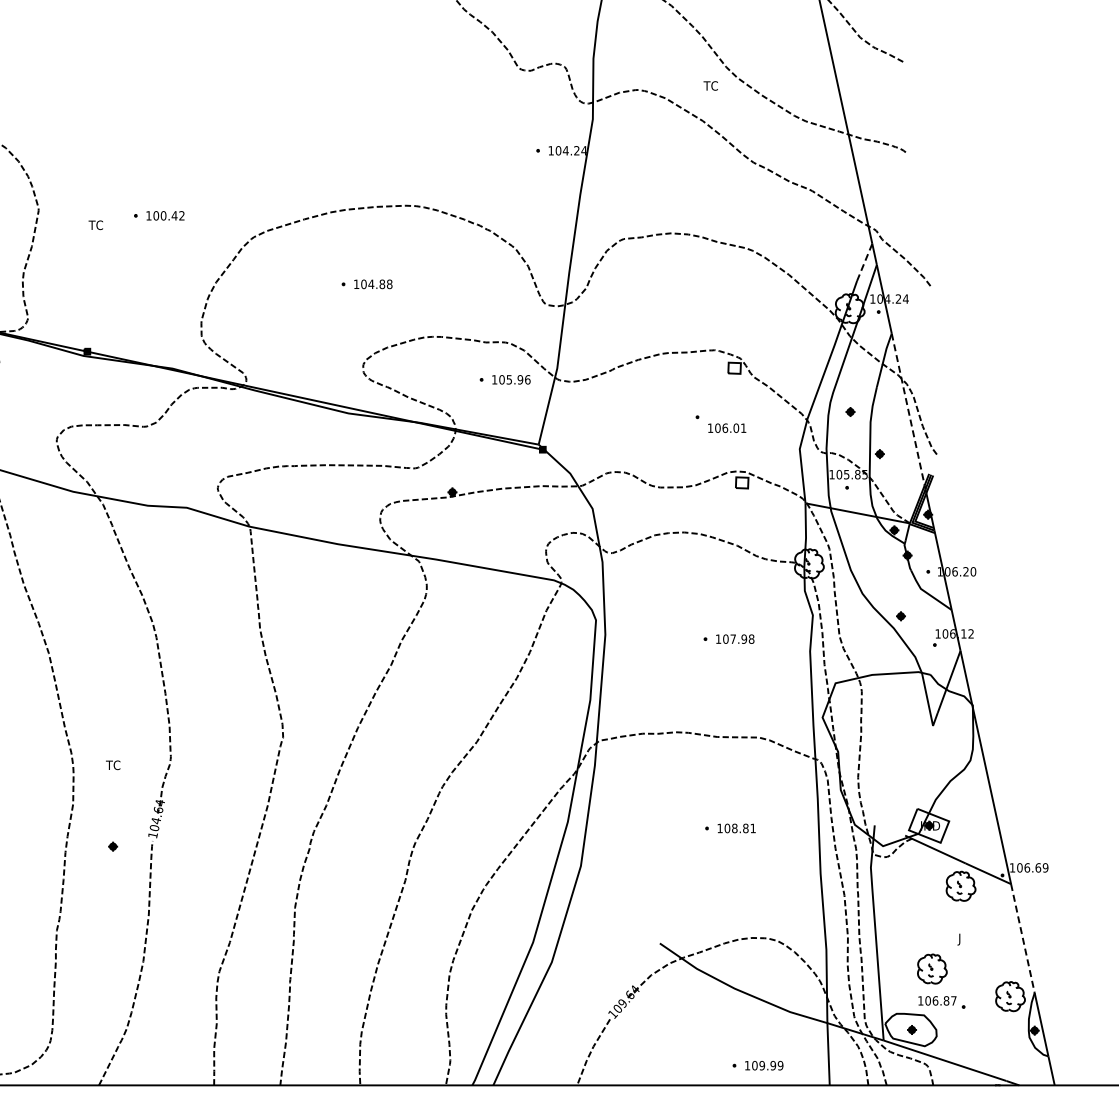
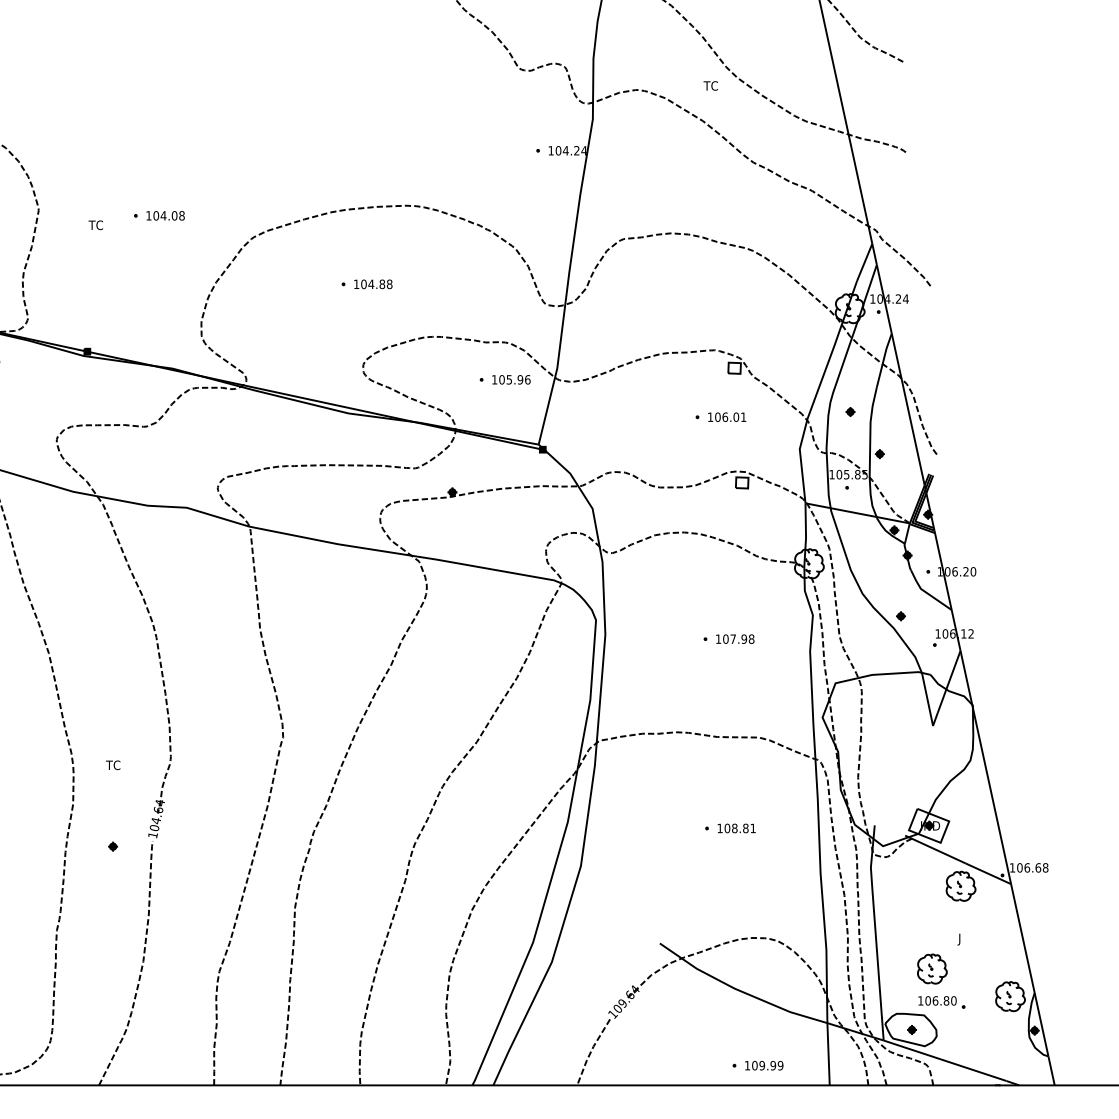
text at (172, 215): 100.42 -> 104.08
line at (864, 261): dashed -> solid
line at (908, 409): dashed -> solid
text at (727, 427) position: (727, 427) -> (727, 416)
text at (1045, 867): 106.69 -> 106.68
line at (1022, 938): dashed -> solid
text at (953, 1000): 106.87 -> 106.80
